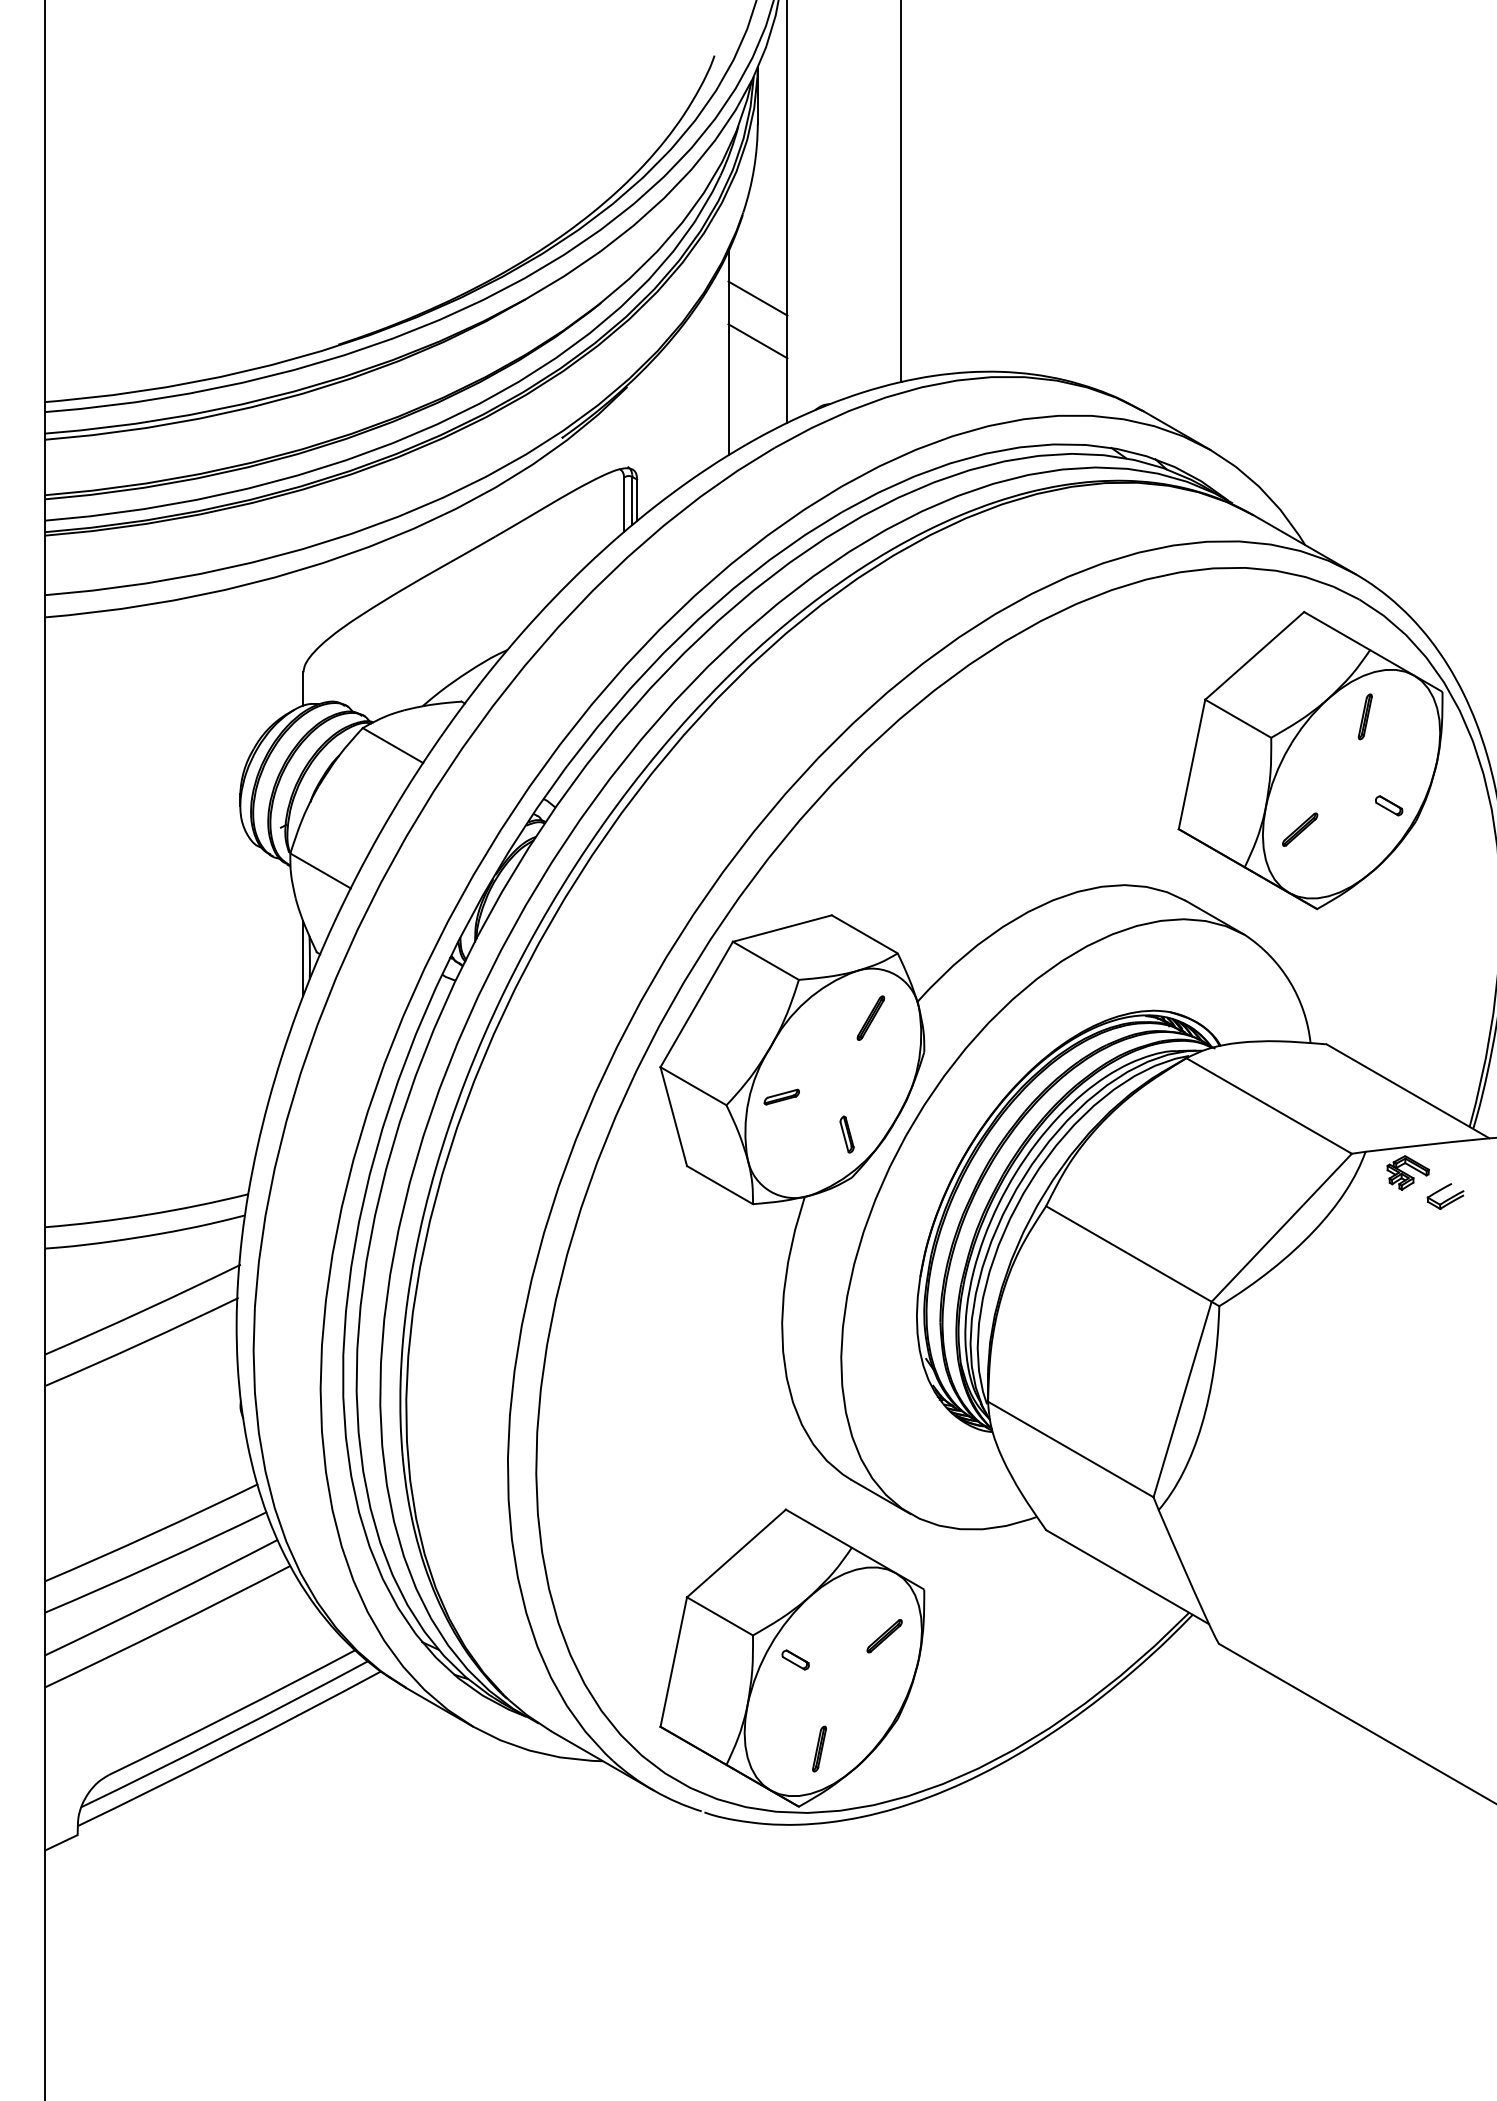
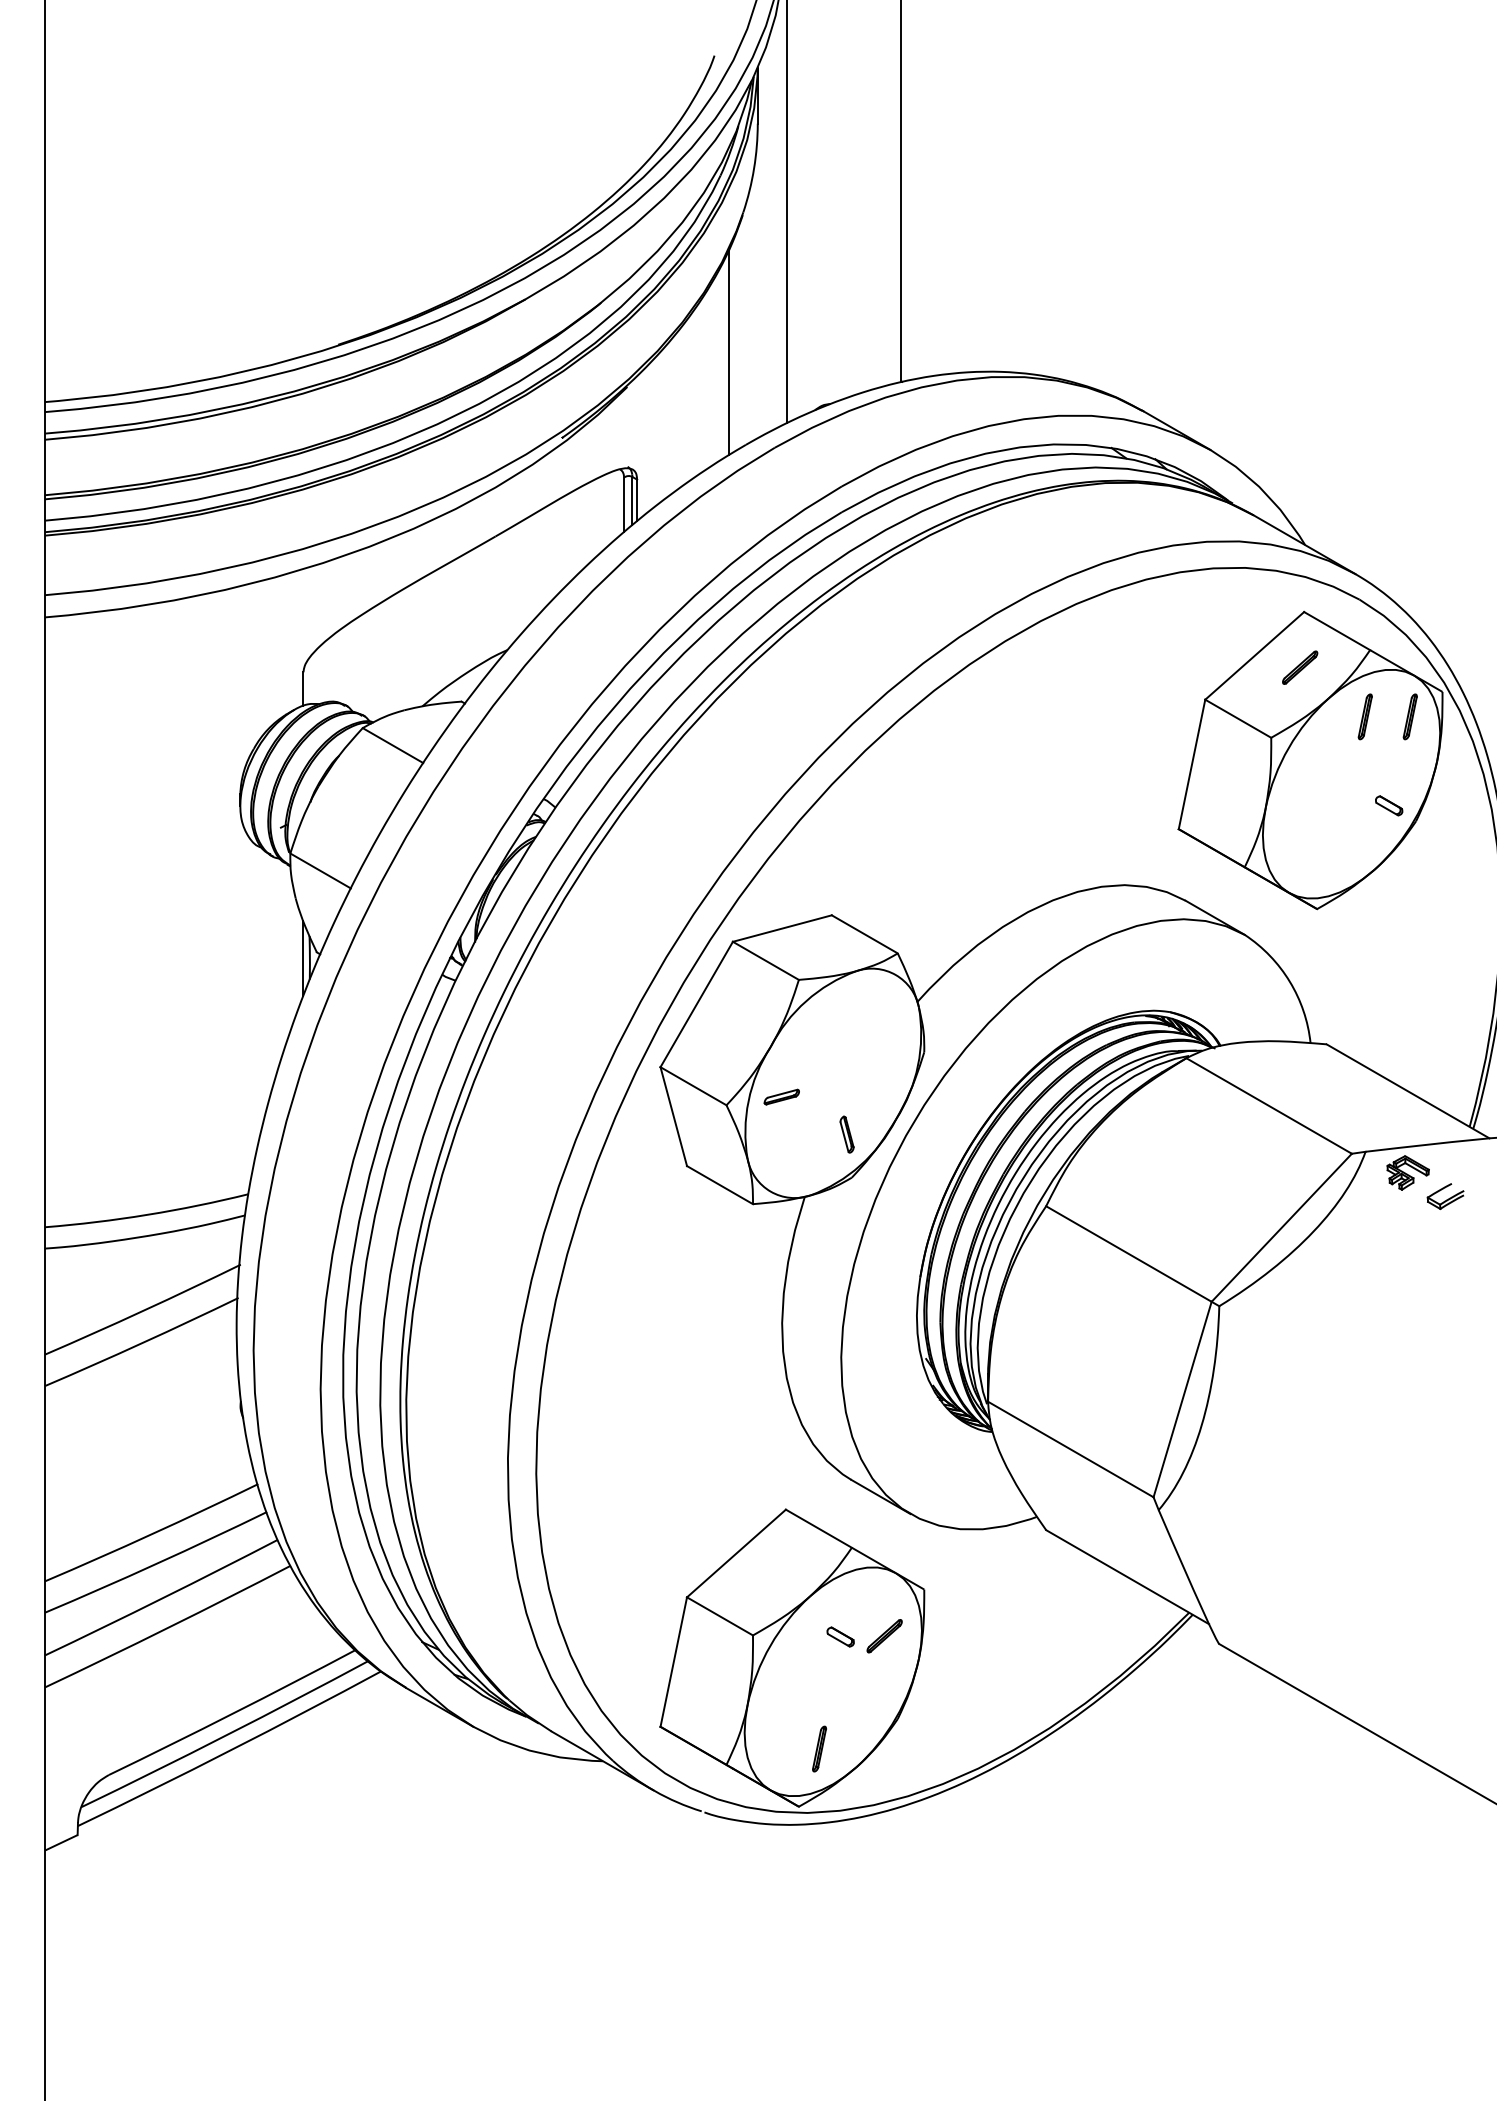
line at (757, 298): present -> none
line at (757, 341): present -> none
part at (1409, 716): none -> present
part at (1300, 829) position: (1300, 829) -> (1300, 667)
part at (870, 1017): present -> none
part at (795, 1659) position: (795, 1659) -> (840, 1636)
